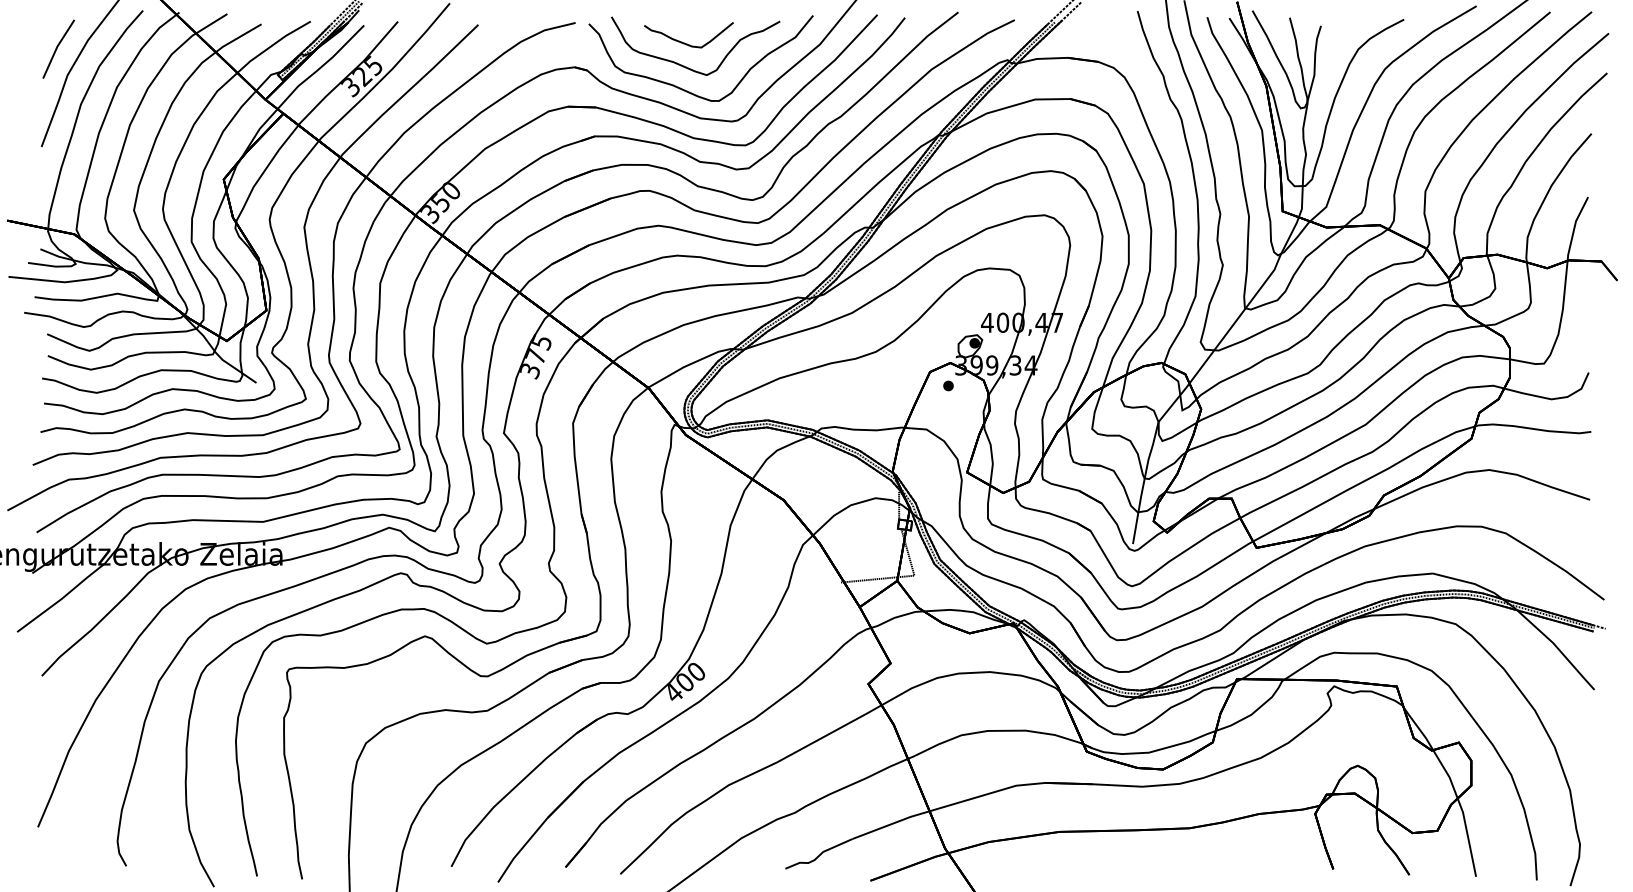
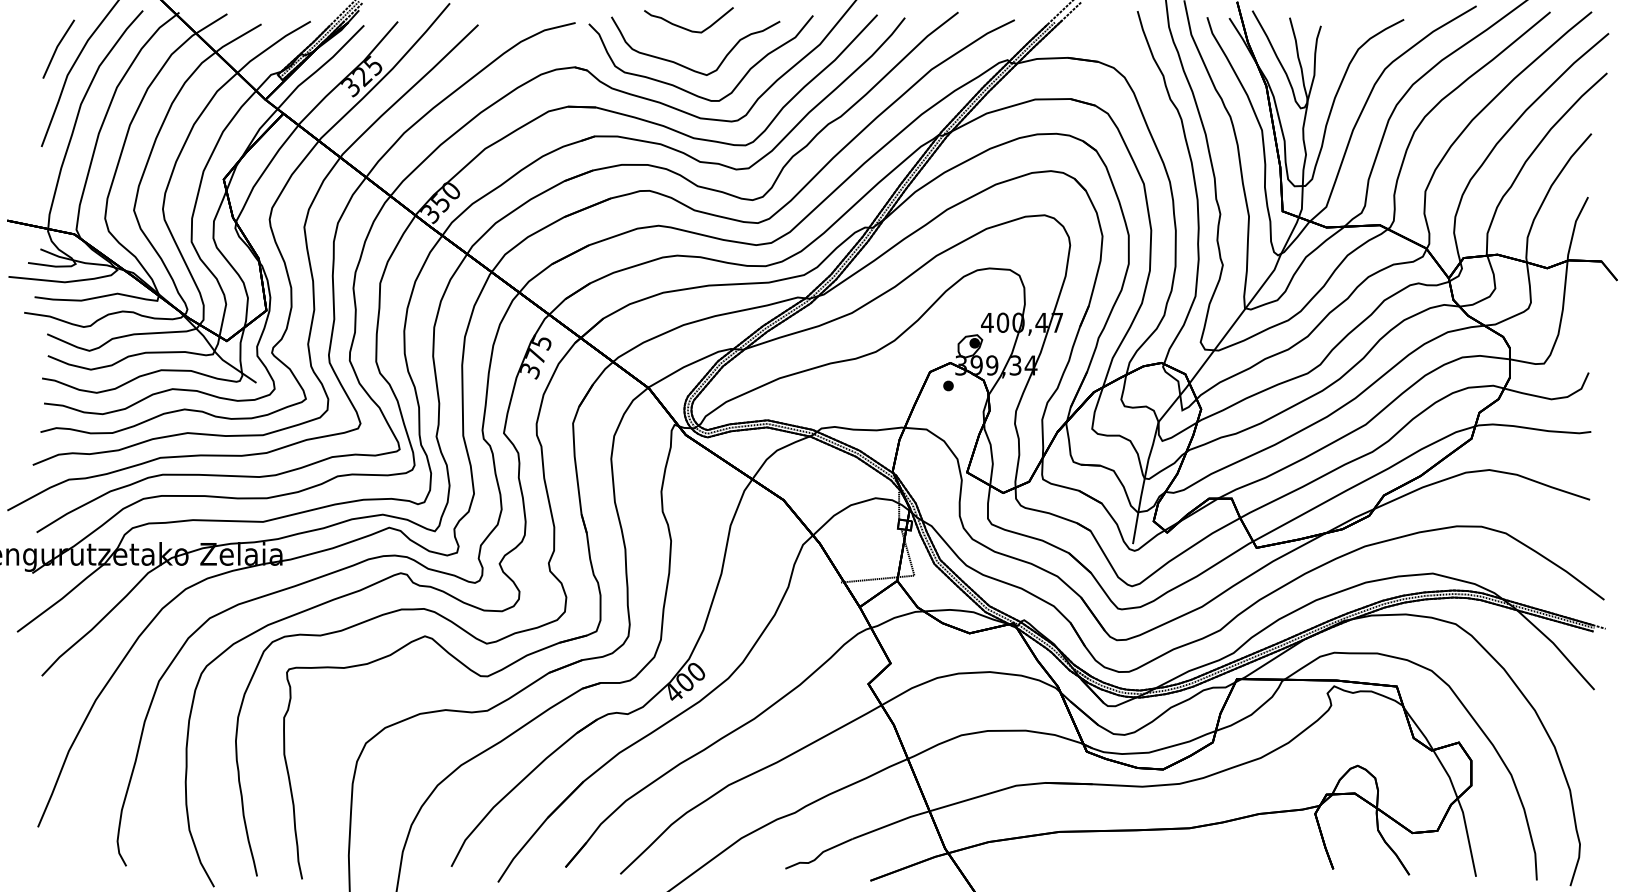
part at (684, 42) position: (684, 42) -> (684, 27)
